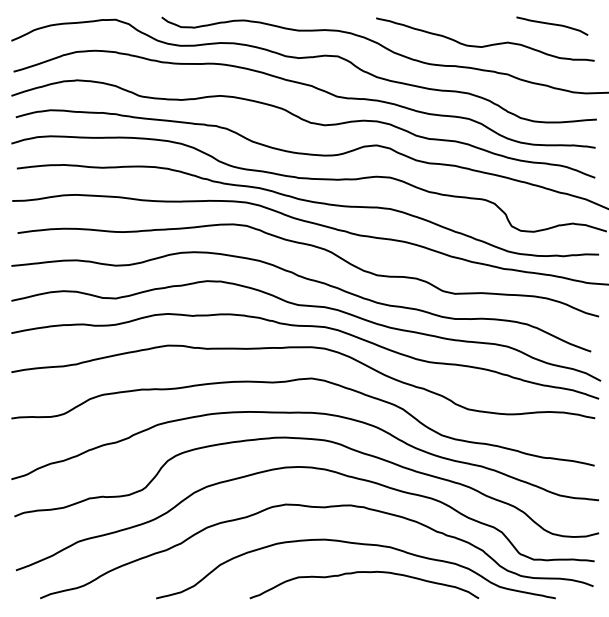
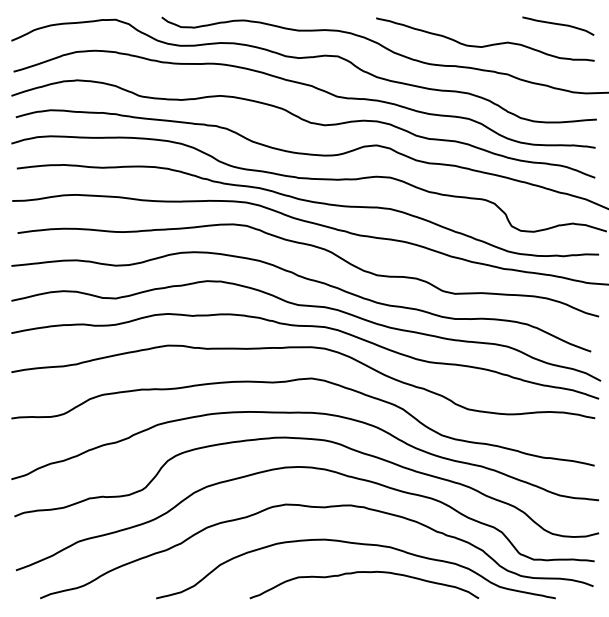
curve at (552, 25) position: (552, 25) -> (558, 25)
